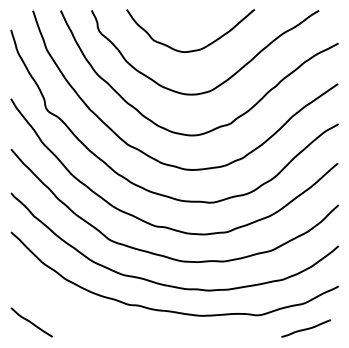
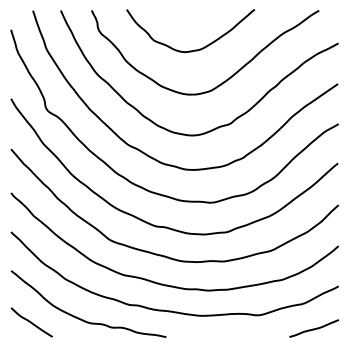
curve at (81, 318): none -> present
curve at (306, 328) position: (306, 328) -> (314, 328)
